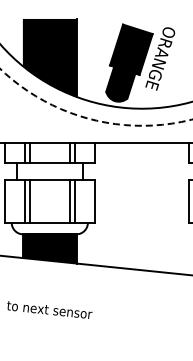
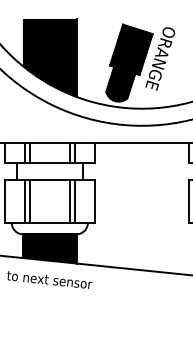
arc at (89, 118): dashed -> solid
text at (49, 309) position: (49, 309) -> (49, 279)
